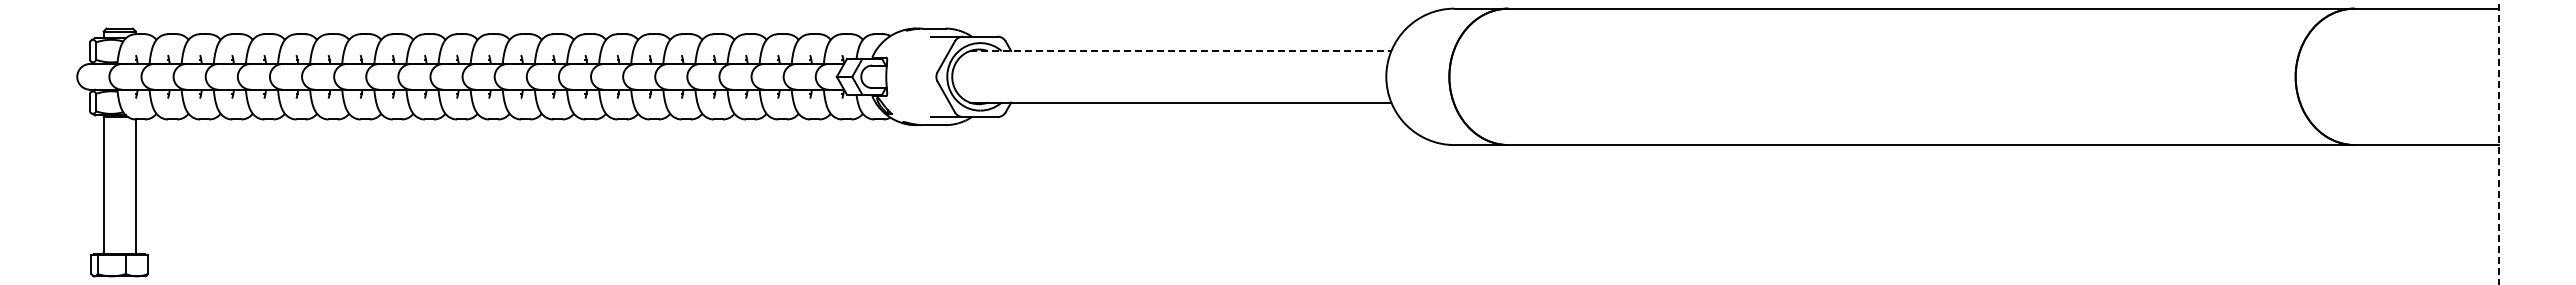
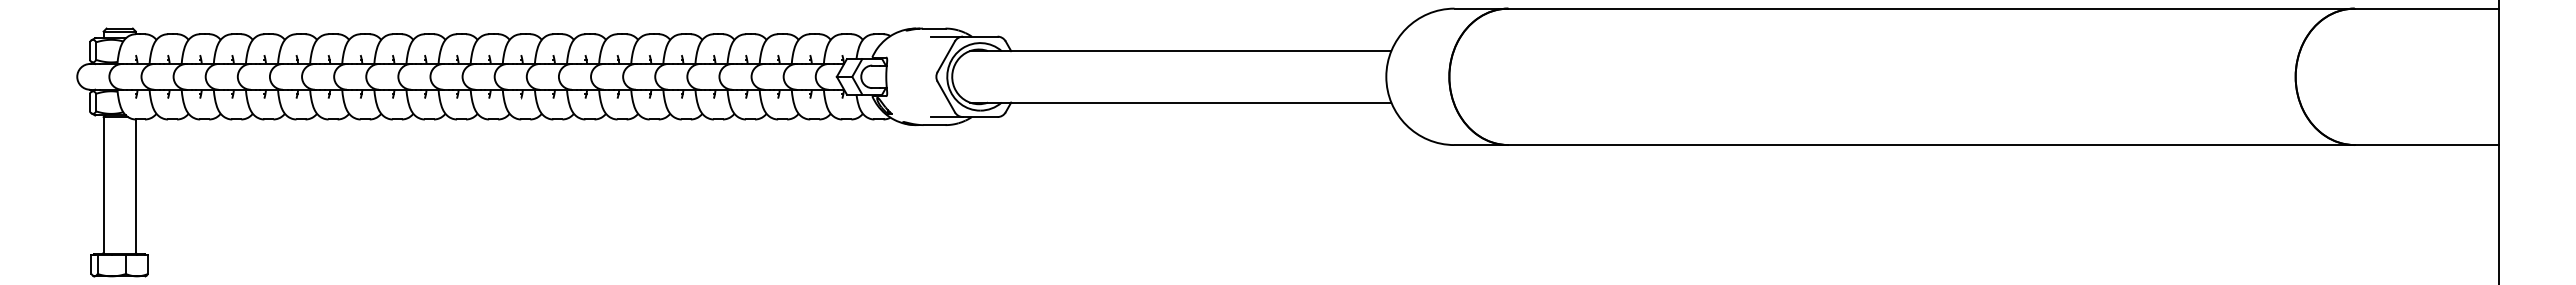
line at (1180, 51): dashed -> solid
line at (2498, 143): dashed -> solid
